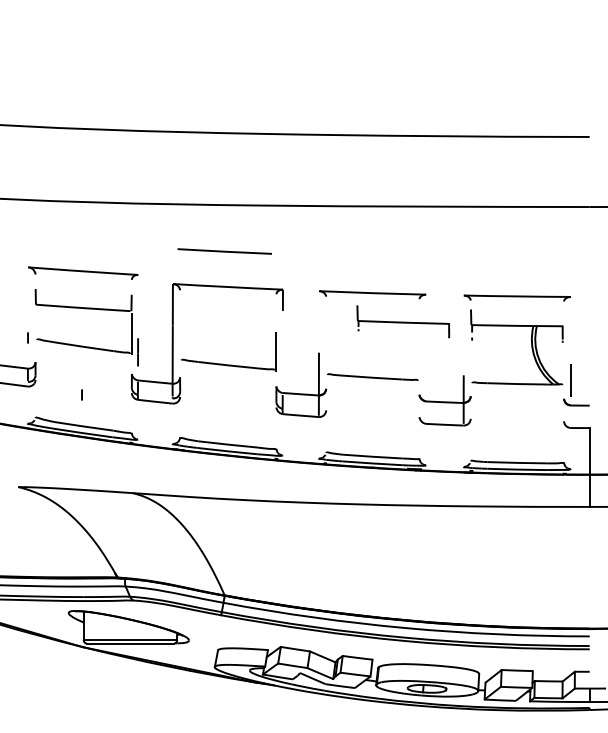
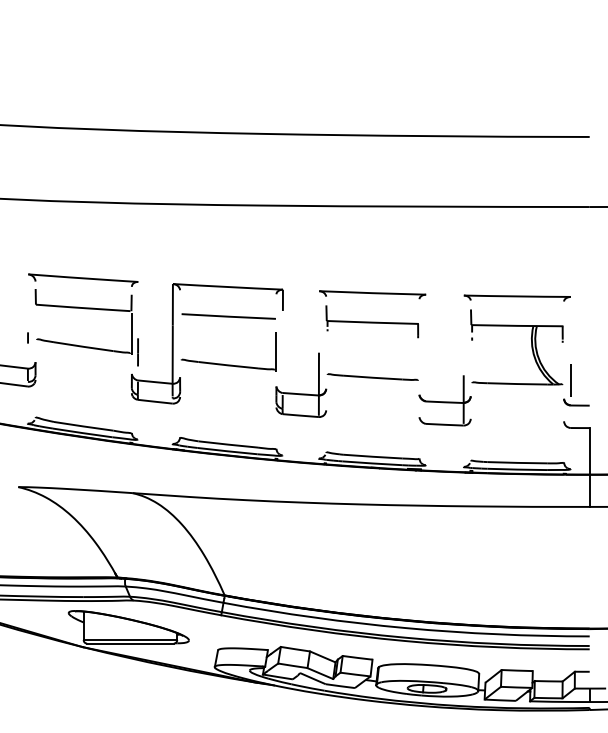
line at (224, 251) position: (224, 251) -> (228, 316)
part at (83, 272) position: (83, 272) -> (83, 279)
part at (403, 321) position: (403, 321) -> (372, 321)
line at (81, 394): present -> none
